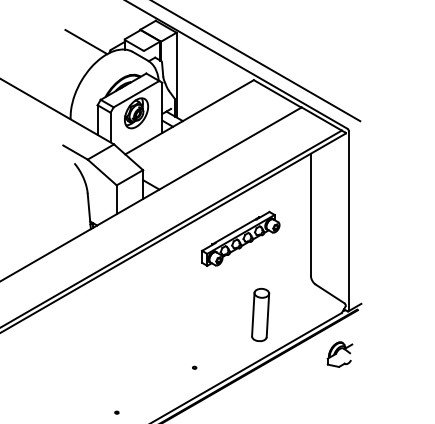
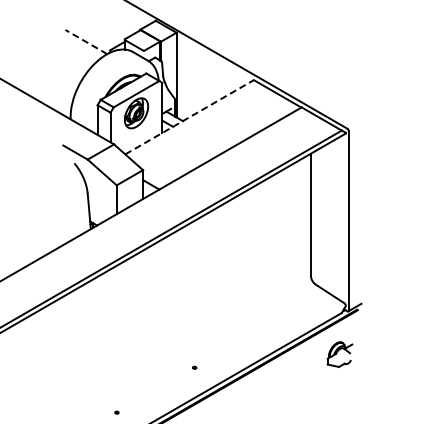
line at (85, 41): solid -> dashed
line at (257, 61): present -> none
line at (190, 117): solid -> dashed
part at (240, 238): present -> none
part at (260, 315): present -> none
